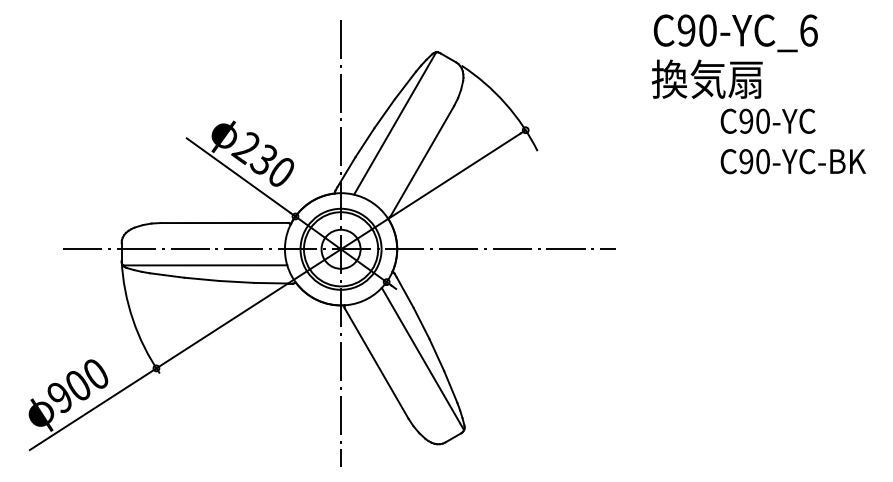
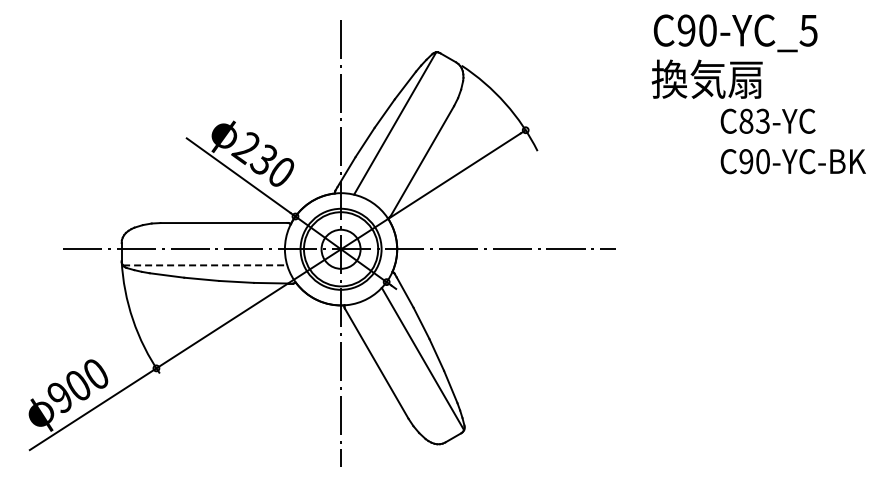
text at (808, 30): C90-YC_6 -> C90-YC_5
text at (754, 120): C90-YC -> C83-YC
line at (205, 265): solid -> dashed
